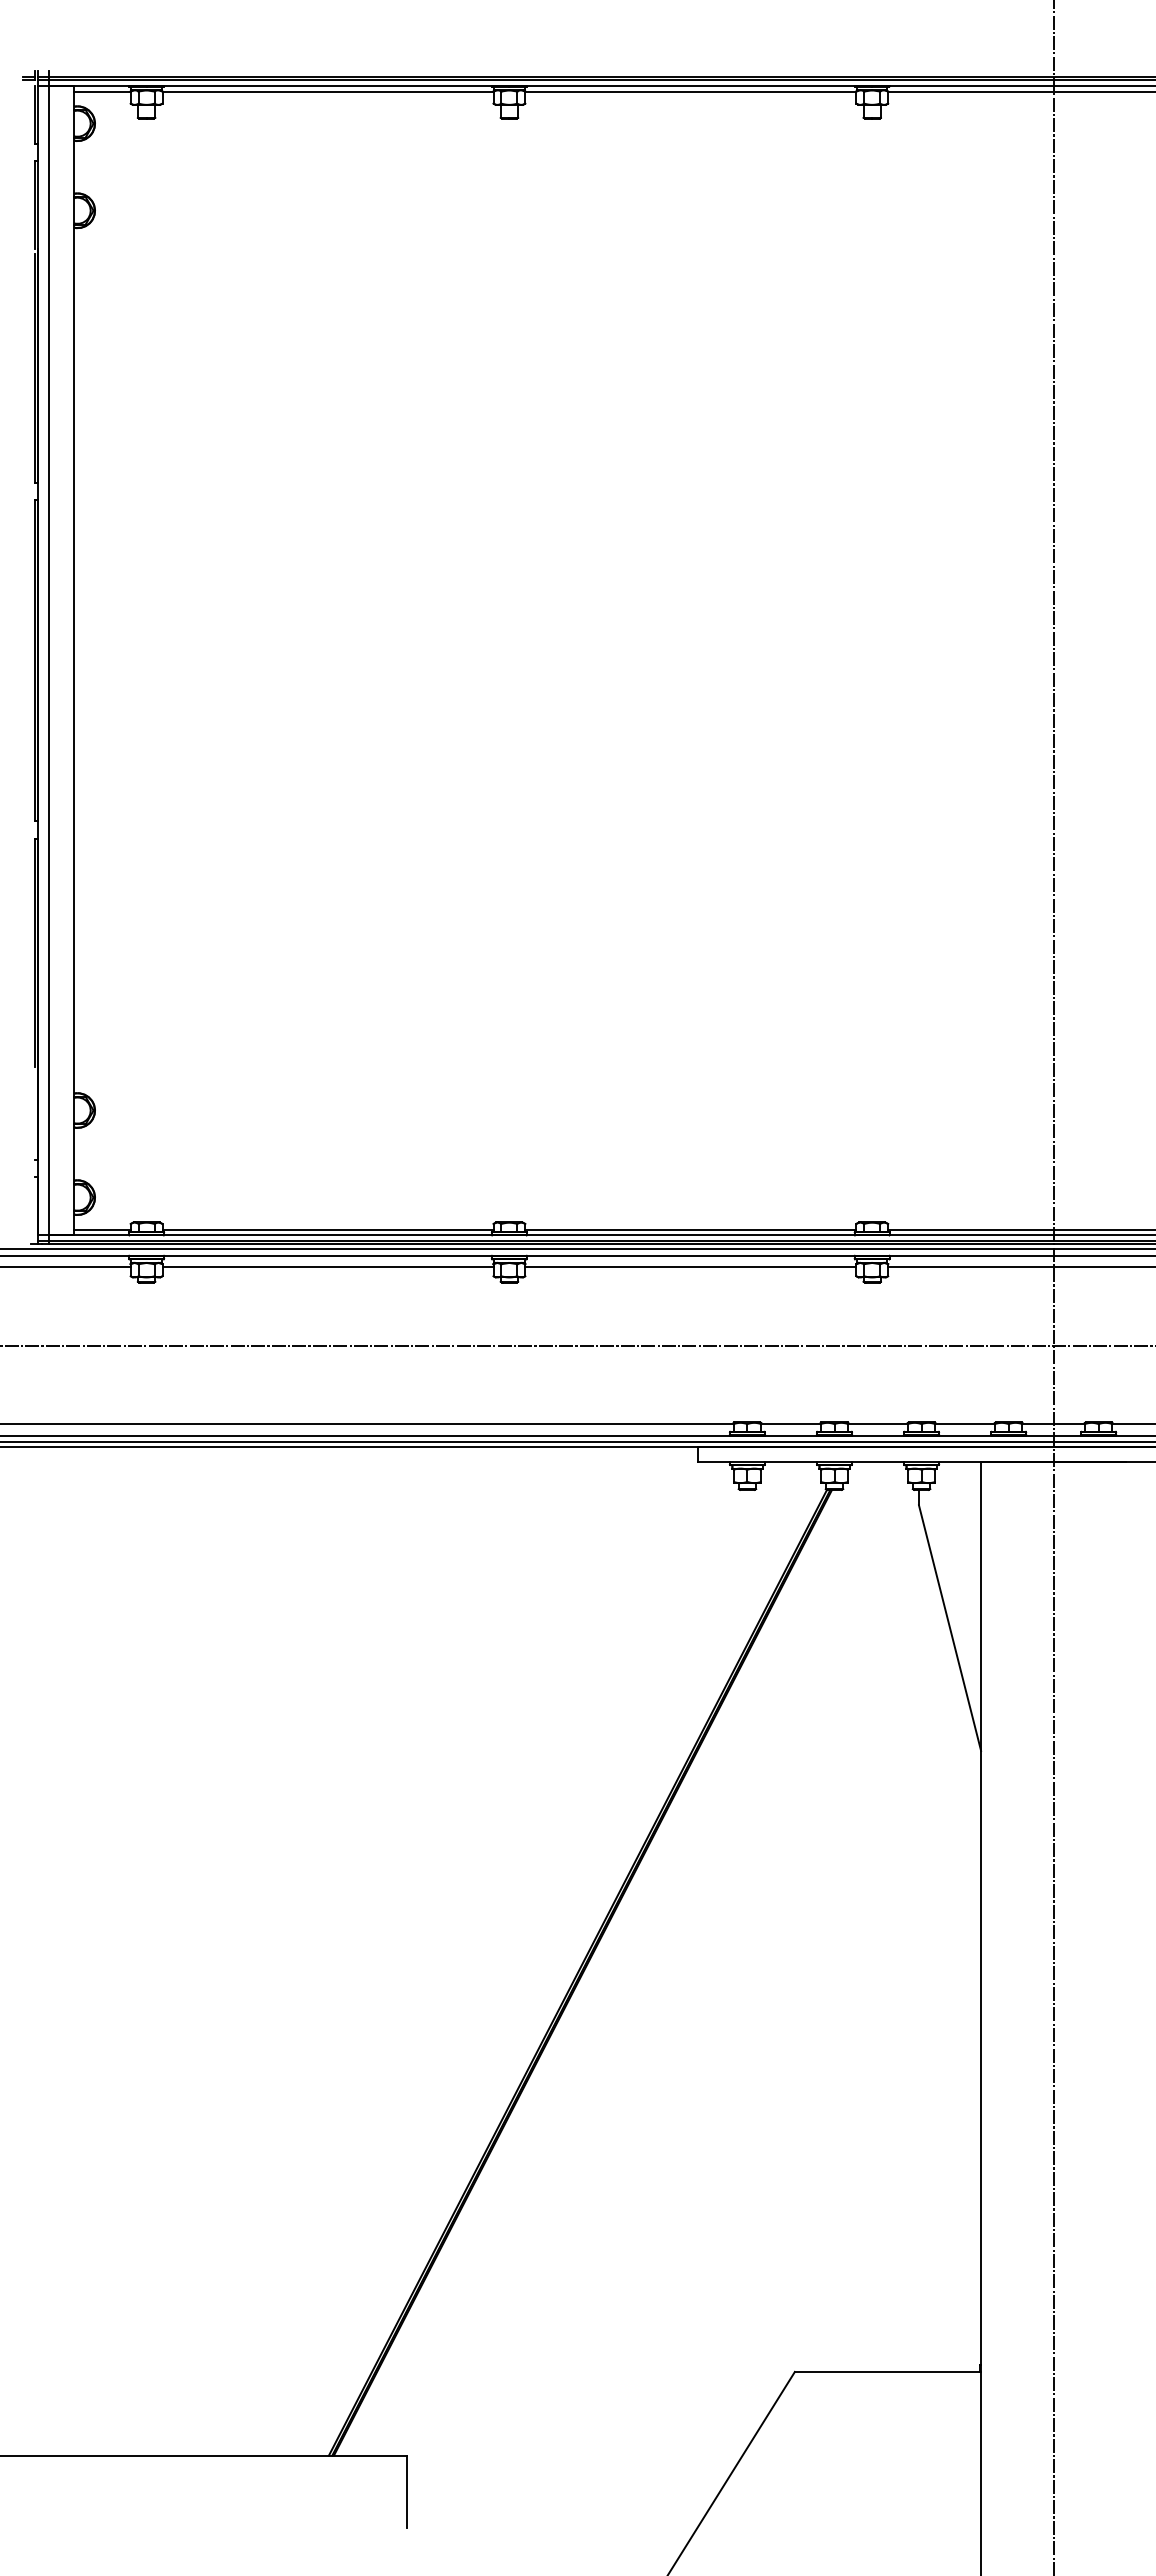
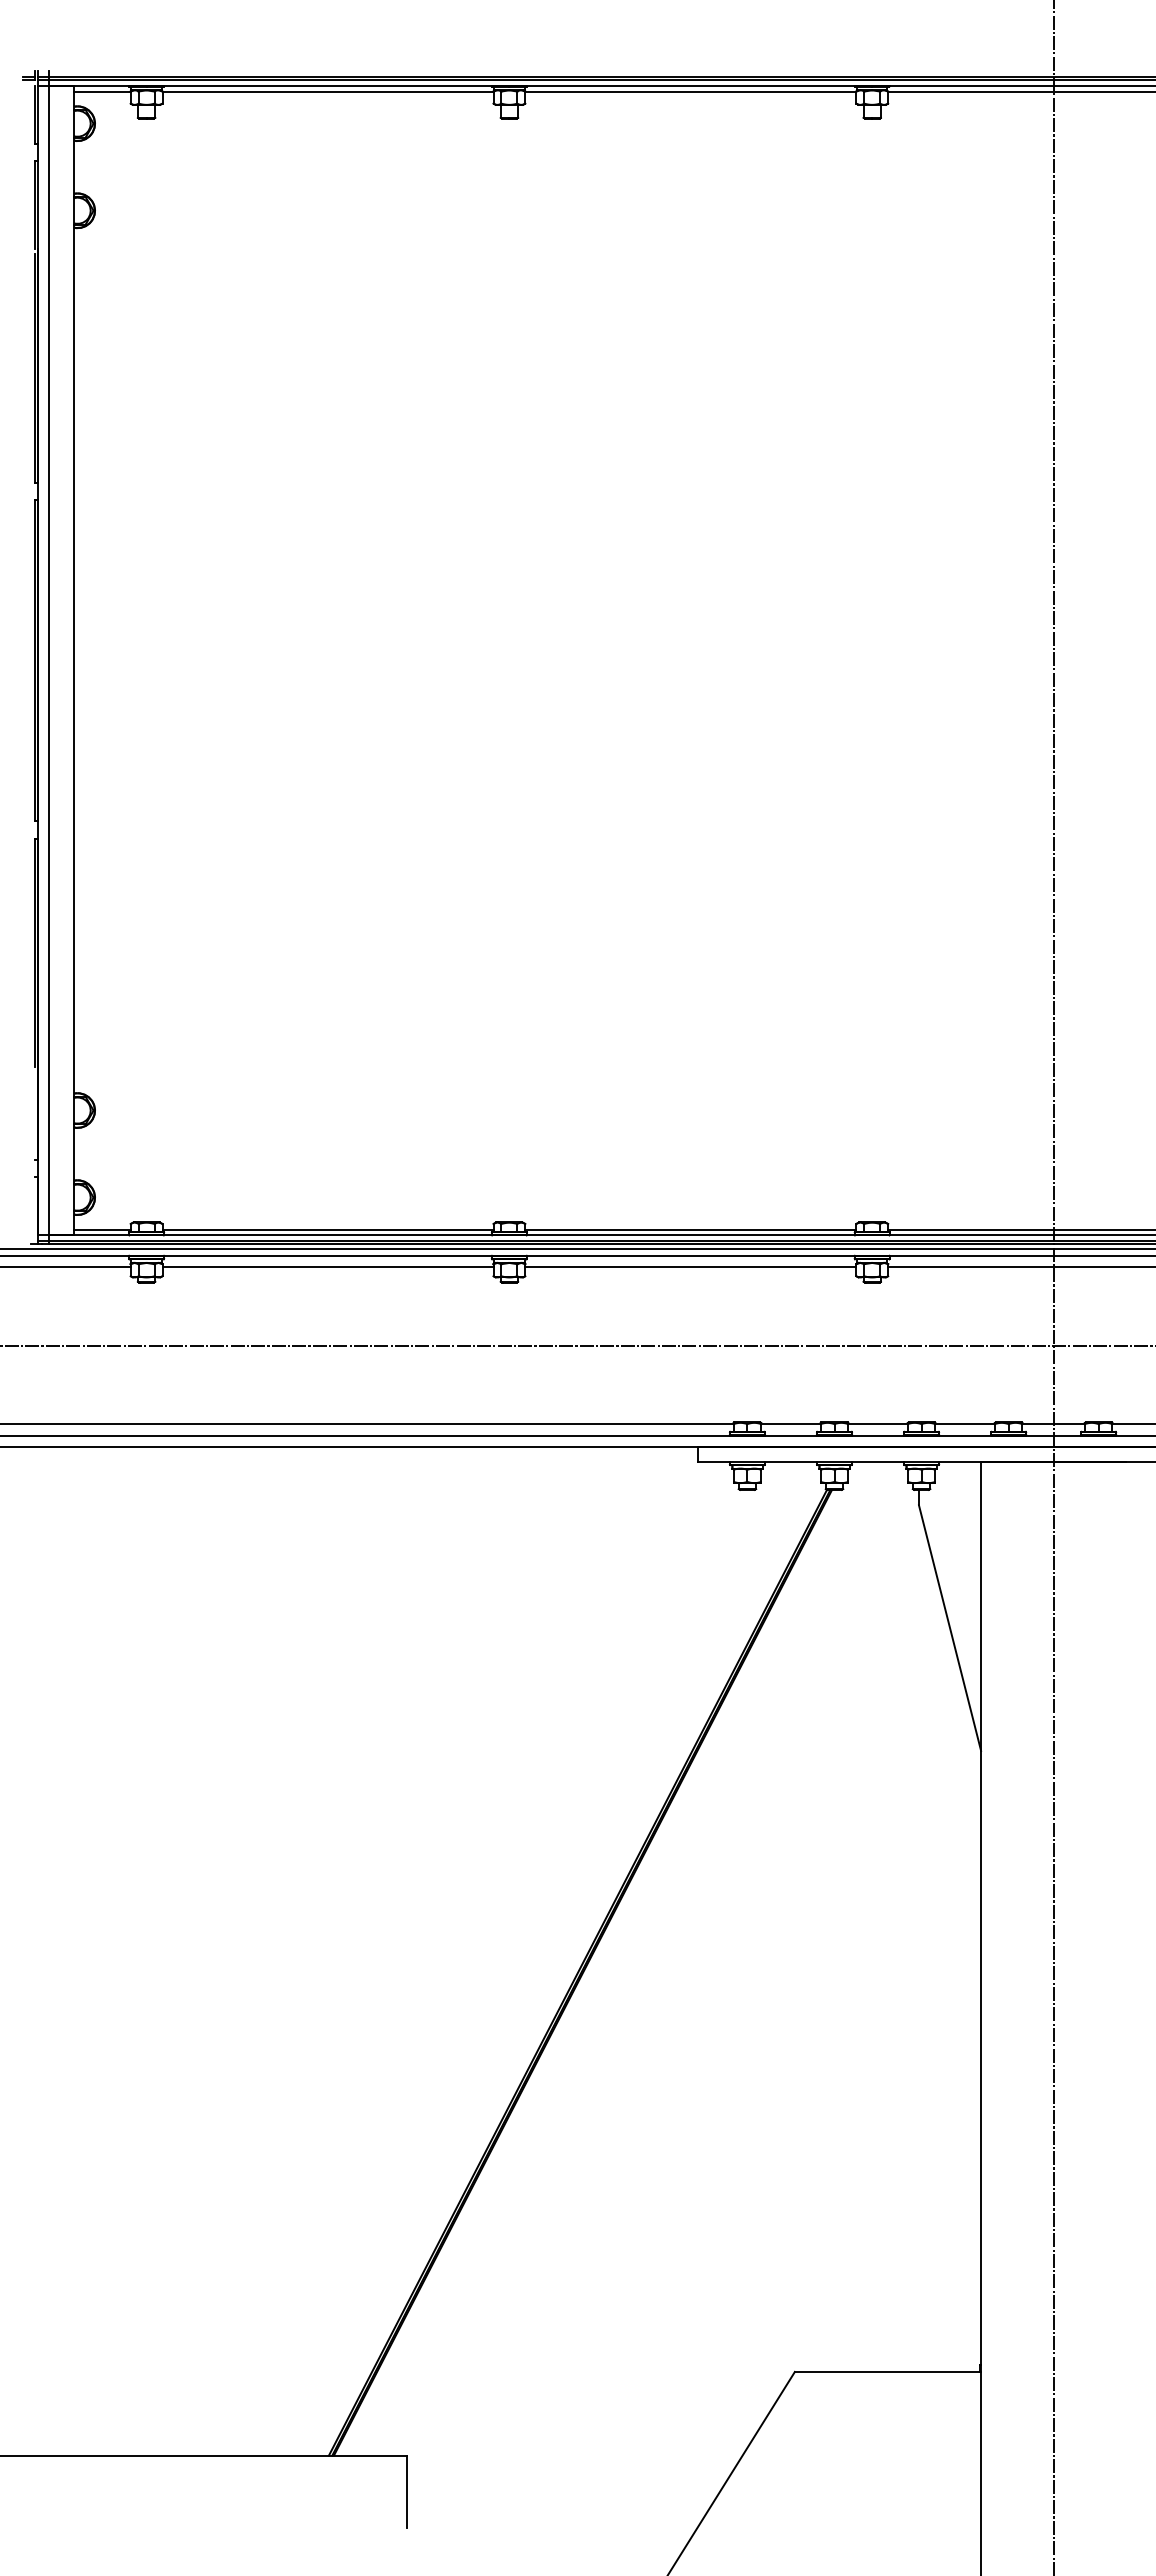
line at (577, 1442): present -> none
